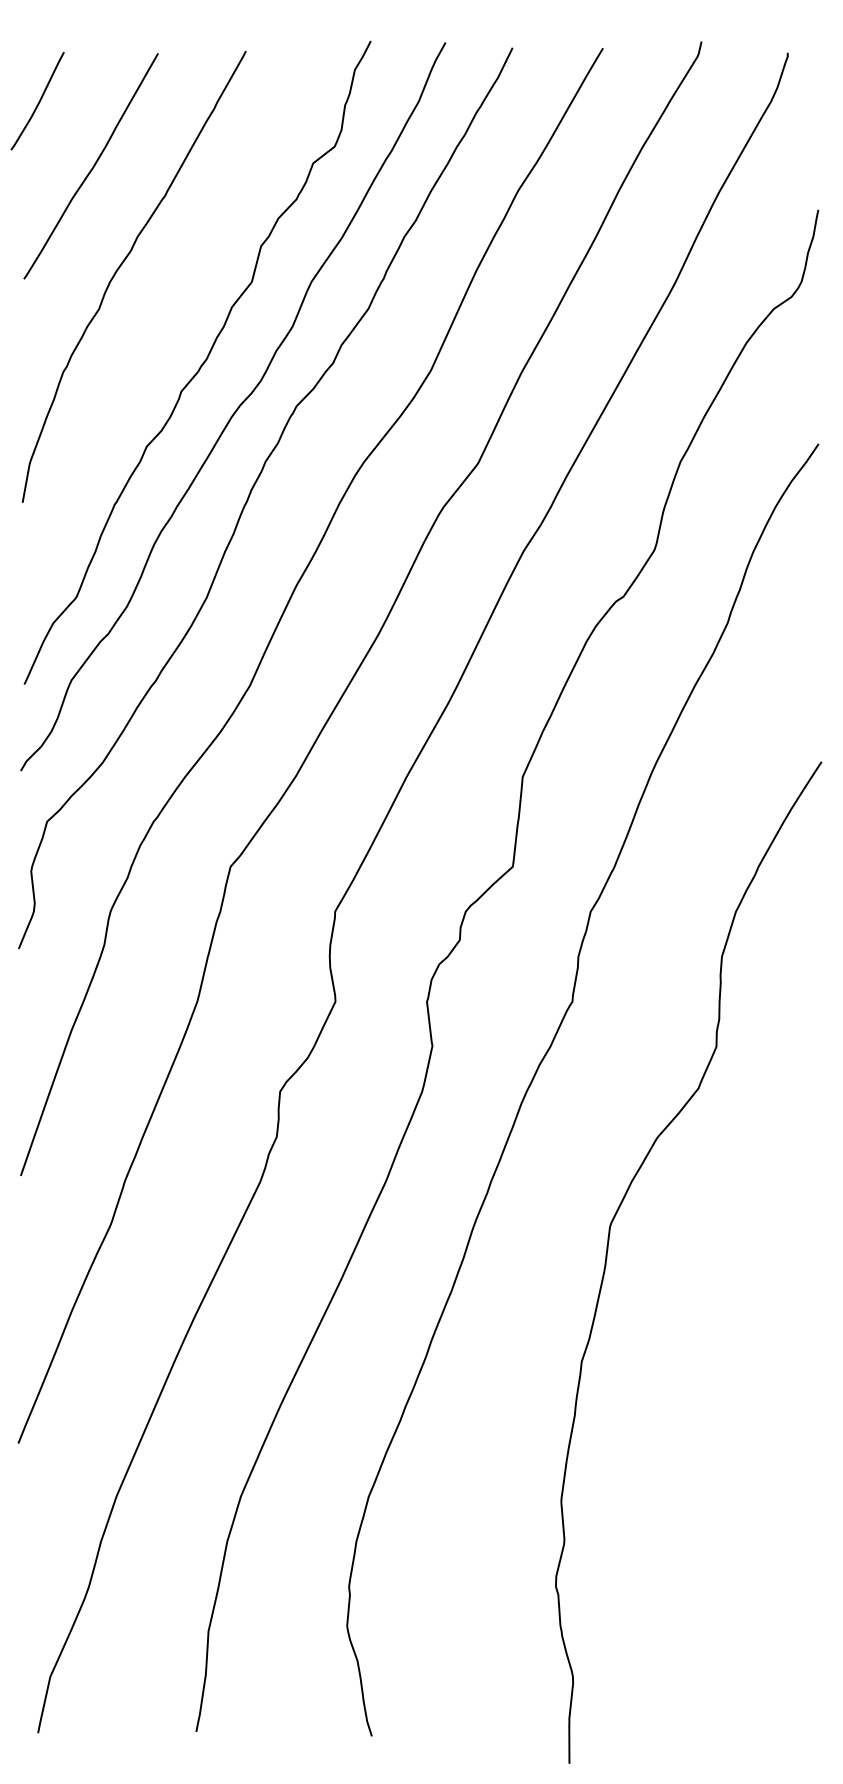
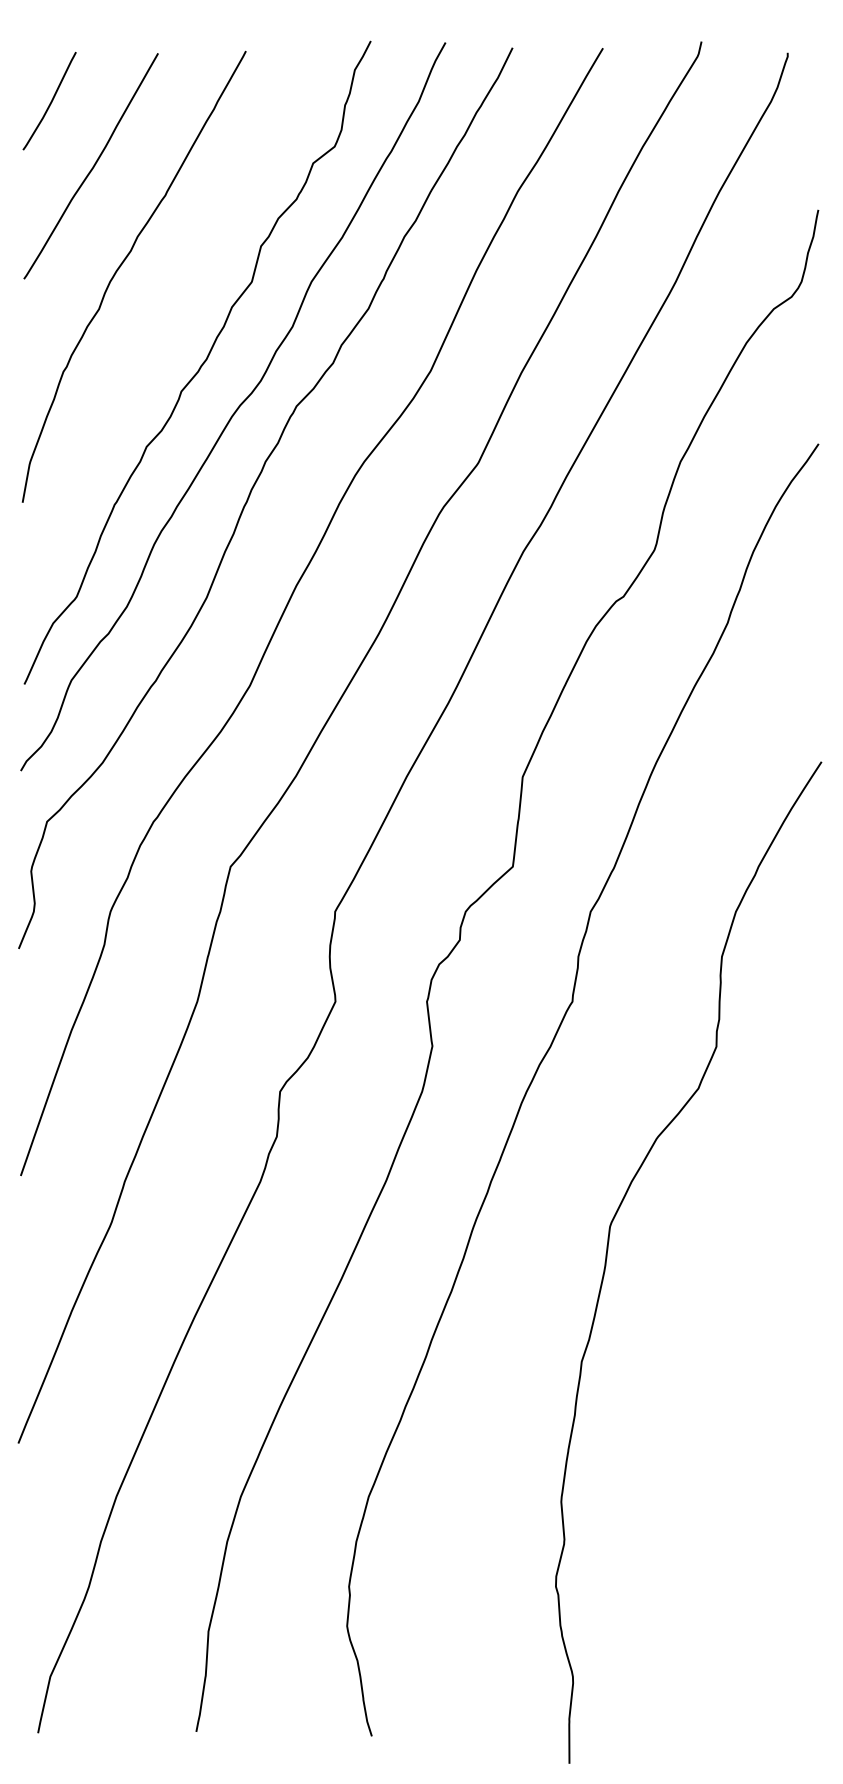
curve at (38, 101) position: (38, 101) -> (50, 101)
